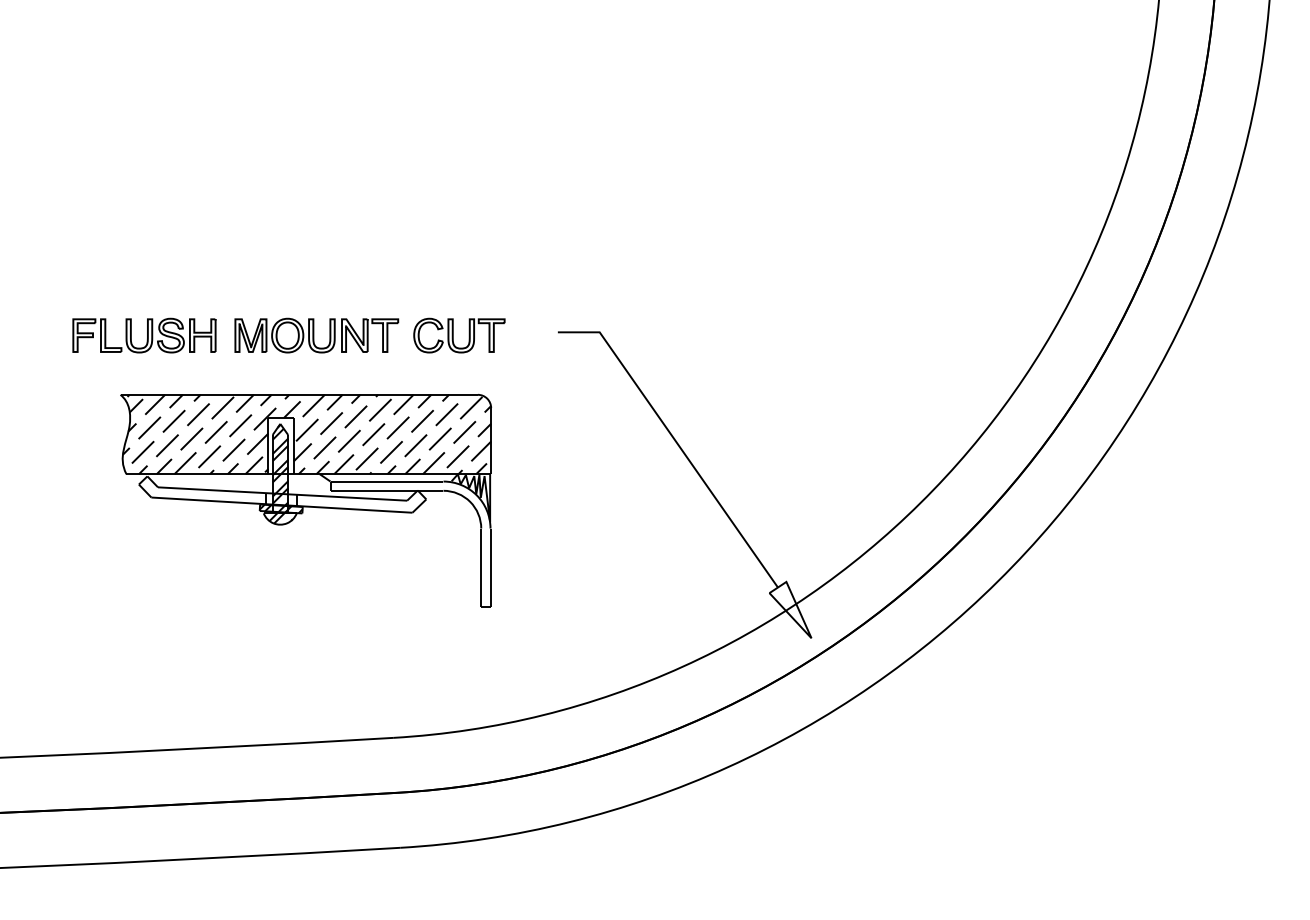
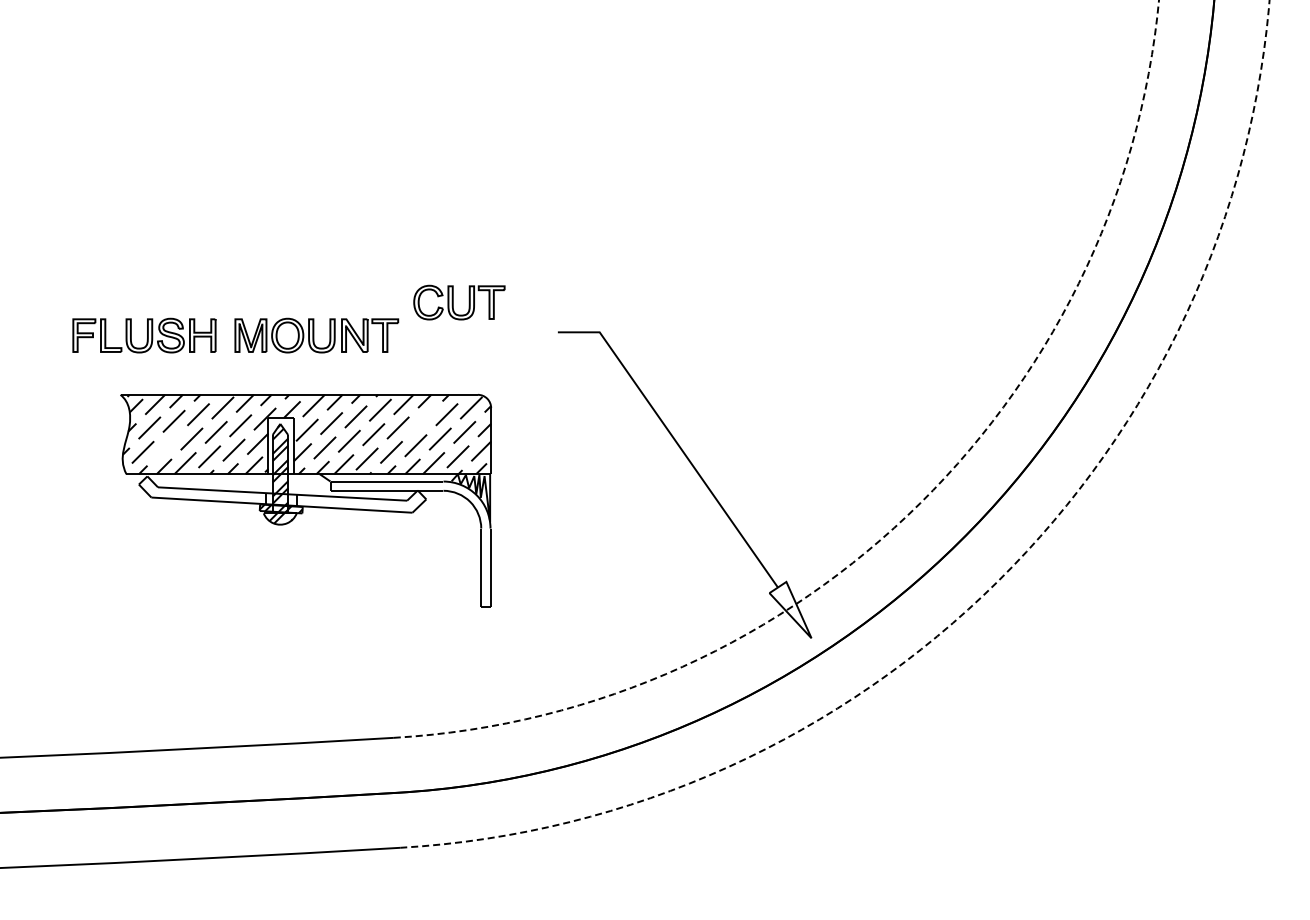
part at (459, 335) position: (459, 335) -> (459, 302)
line at (422, 421): present -> none
line at (167, 445): present -> none
arc at (912, 510): solid -> dashed
arc at (993, 585): solid -> dashed
